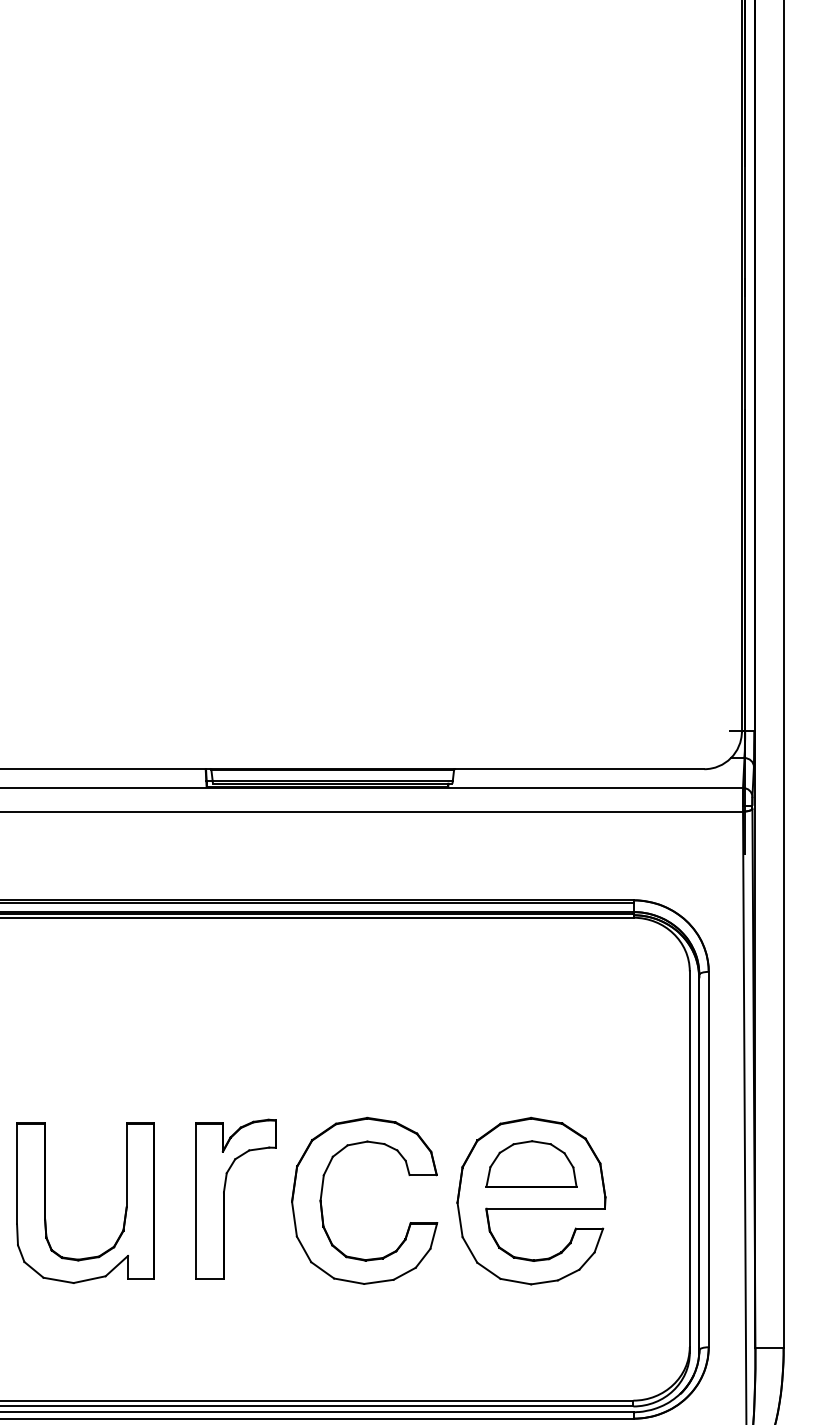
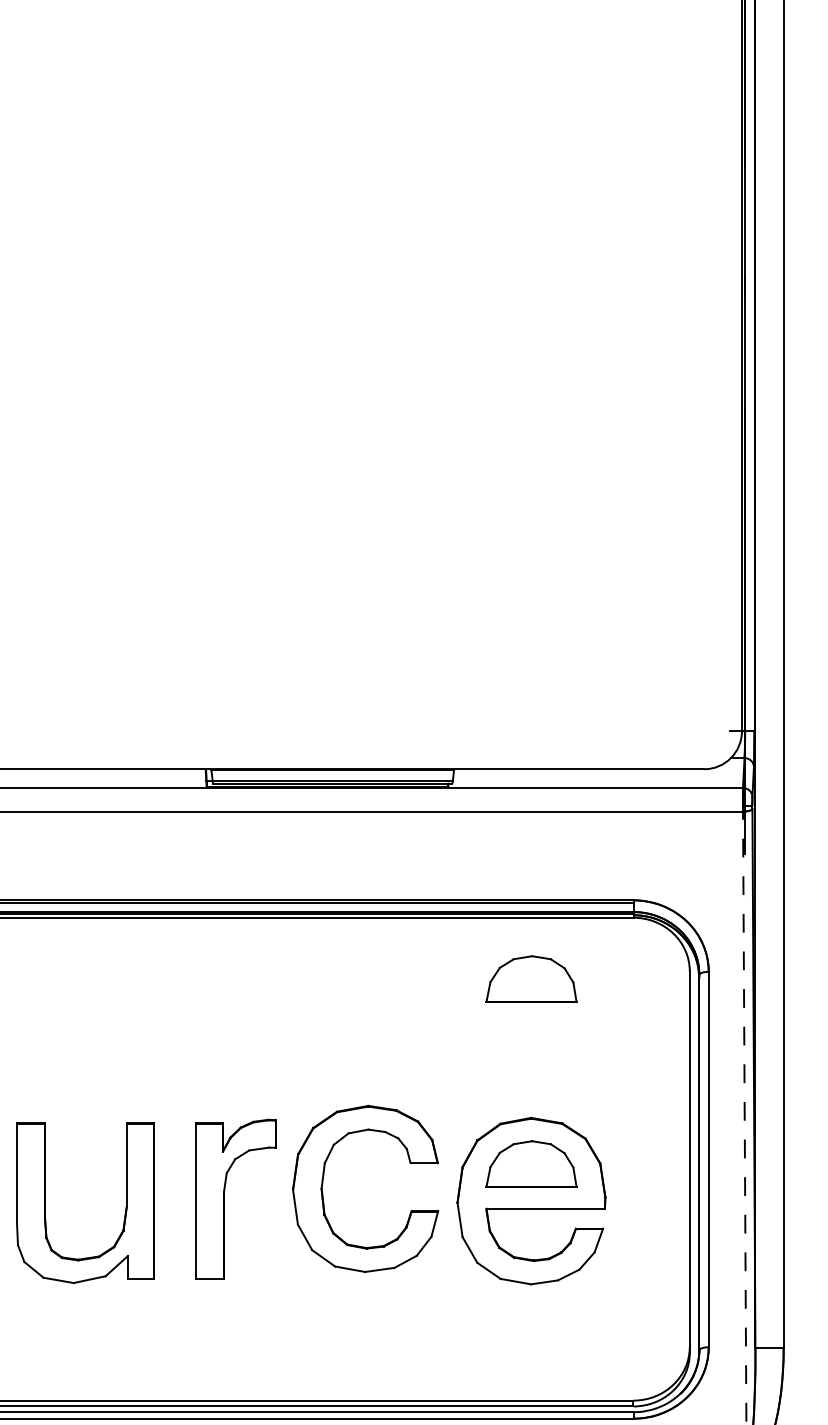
part at (531, 978): none -> present
line at (744, 1117): solid -> dashed
part at (322, 1195) position: (322, 1195) -> (323, 1183)
